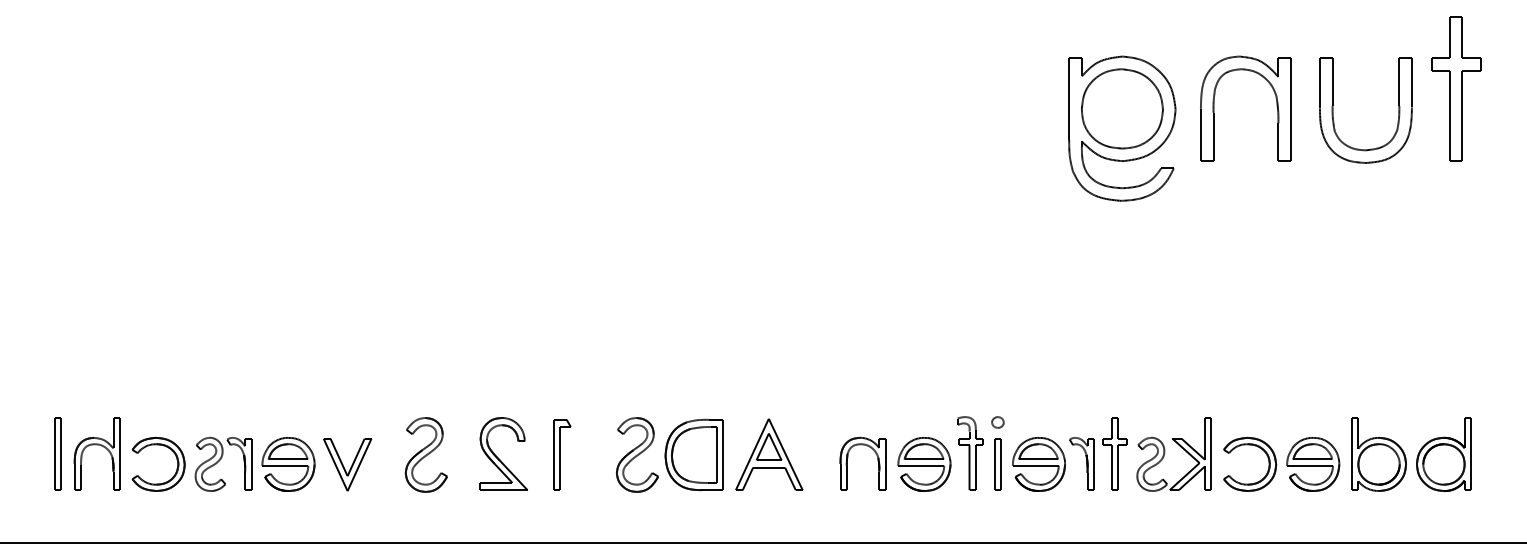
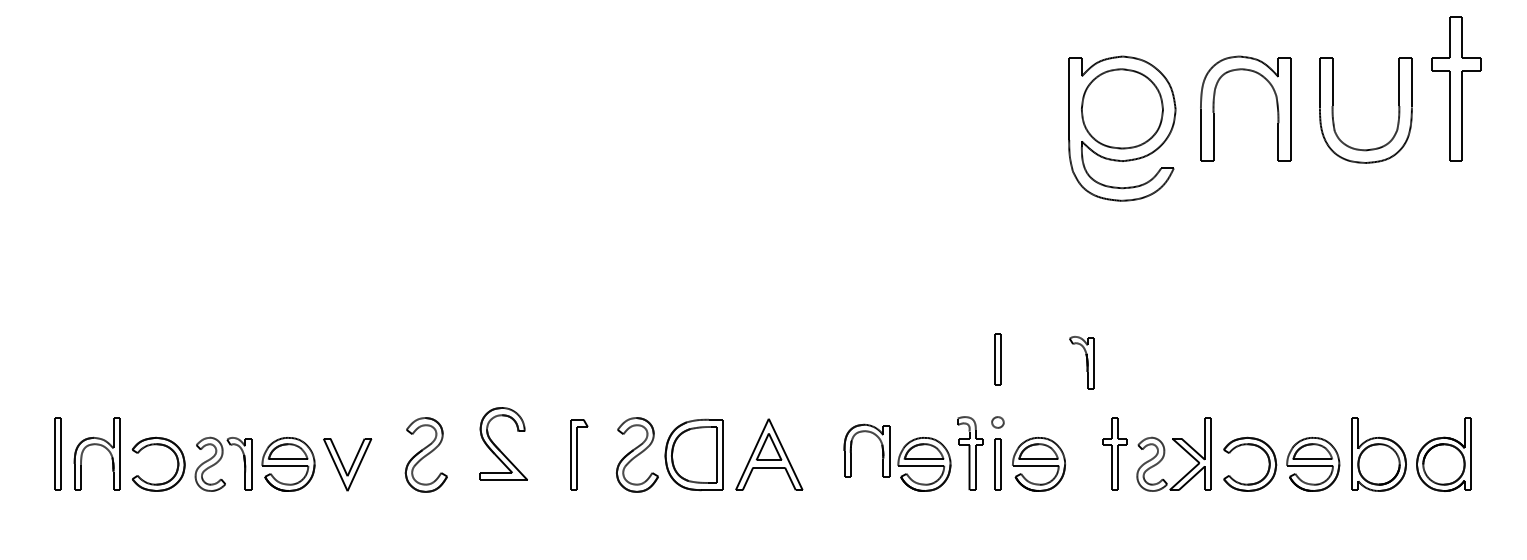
part at (997, 359): none -> present
part at (562, 454) position: (562, 454) -> (579, 454)
part at (498, 457) position: (498, 457) -> (498, 447)
part at (847, 463) position: (847, 463) -> (851, 450)
part at (1081, 463) position: (1081, 463) -> (1081, 362)
line at (762, 543): present -> none
